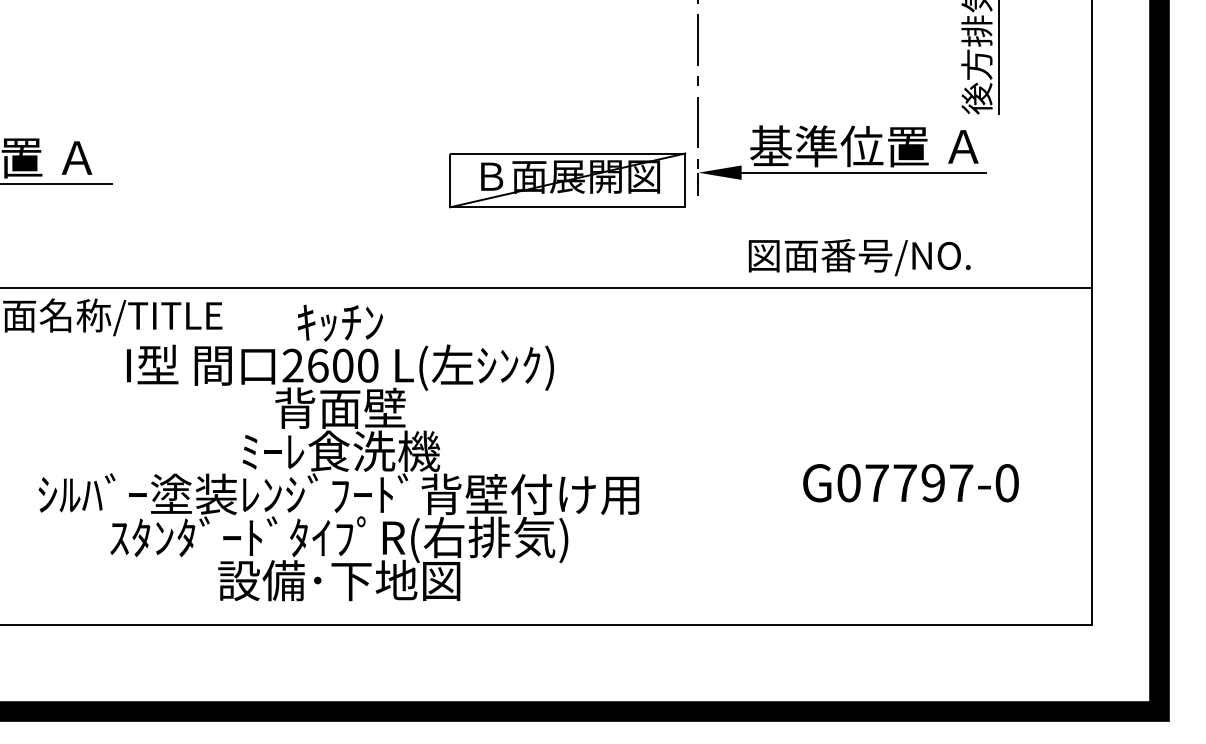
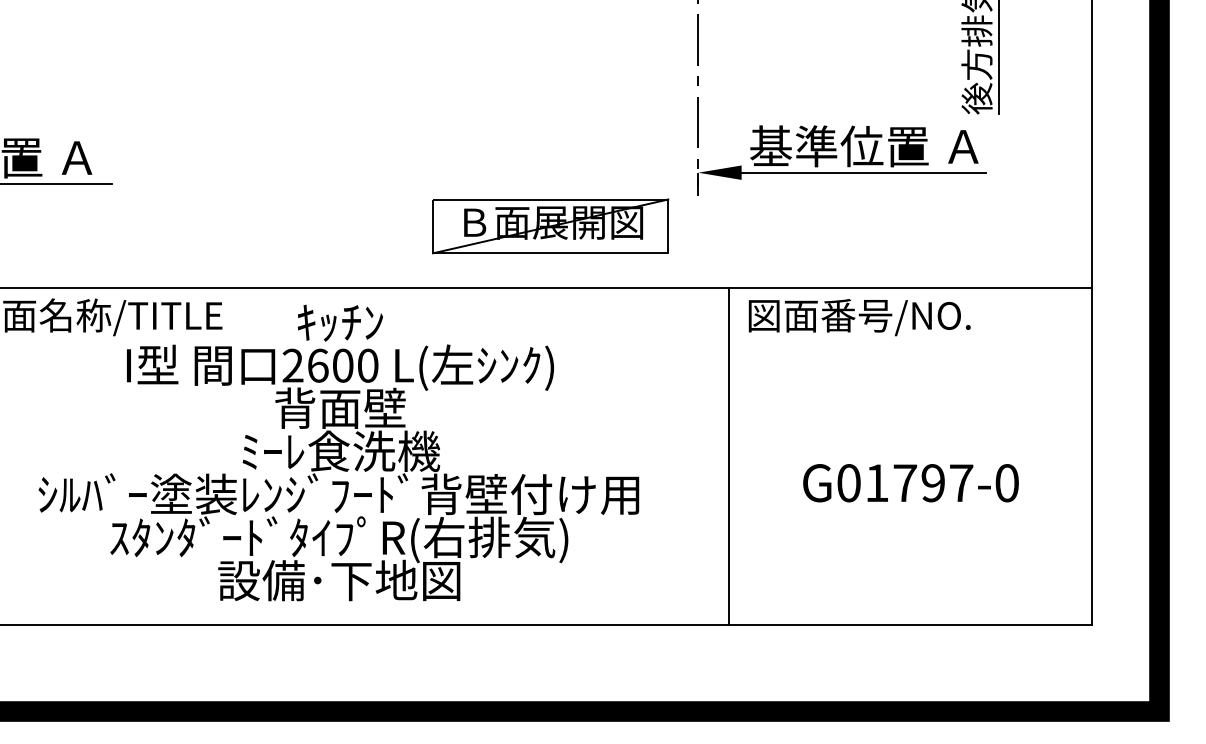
part at (567, 180) position: (567, 180) -> (550, 226)
text at (859, 257) position: (859, 257) -> (859, 317)
line at (729, 455): none -> present
text at (876, 482): G07797-0 -> G01797-0
